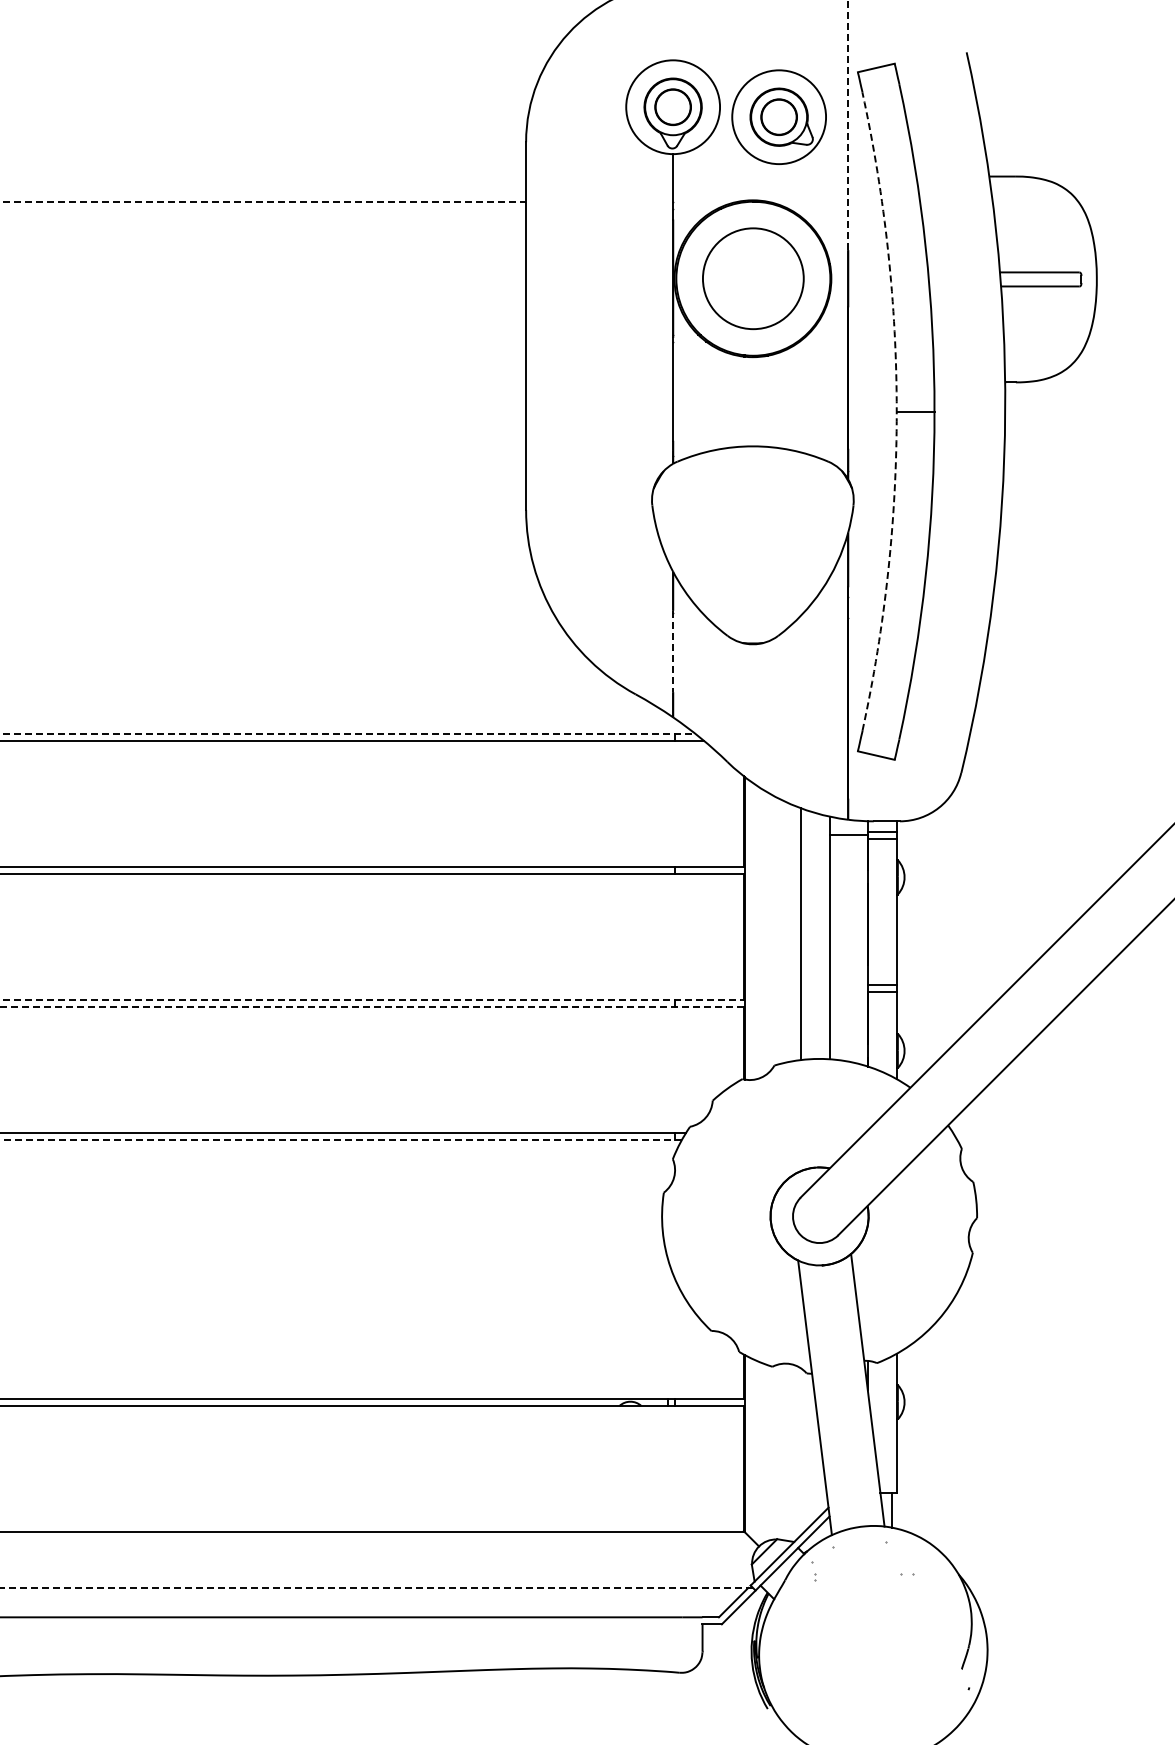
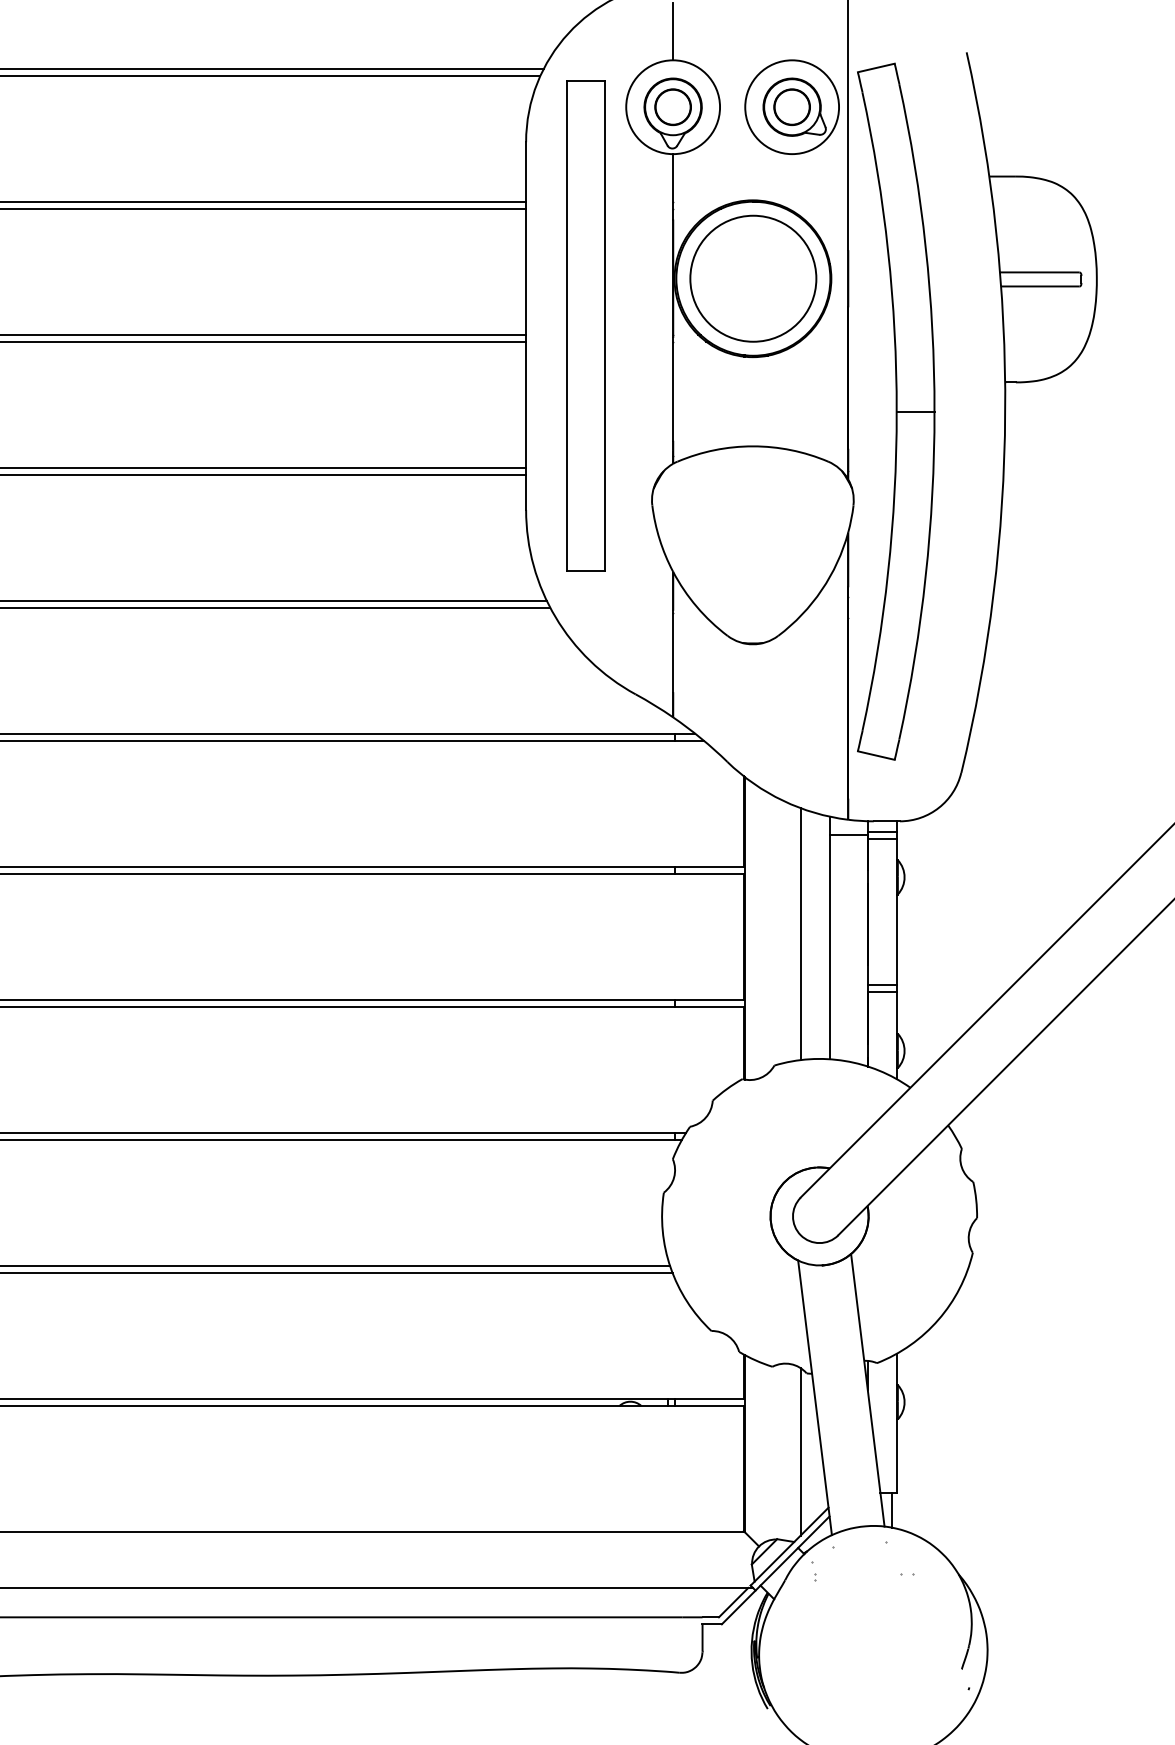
line at (673, 31): none -> present
line at (272, 68): none -> present
line at (271, 75): none -> present
part at (778, 116) position: (778, 116) -> (791, 106)
line at (848, 125): dashed -> solid
line at (263, 201): dashed -> solid
line at (264, 208): none -> present
circle at (752, 278) diameter: 101 px -> 126 px
part at (585, 325): none -> present
line at (264, 334): none -> present
line at (264, 341): none -> present
arc at (896, 411): dashed -> solid
line at (264, 467): none -> present
line at (264, 474): none -> present
line at (274, 600): none -> present
line at (276, 607): none -> present
line at (673, 651): dashed -> solid
line at (348, 733): dashed -> solid
line at (372, 999): dashed -> solid
line at (371, 1006): dashed -> solid
line at (340, 1139): dashed -> solid
line at (336, 1265): none -> present
line at (337, 1272): none -> present
line at (800, 1451): none -> present
line at (376, 1587): dashed -> solid
